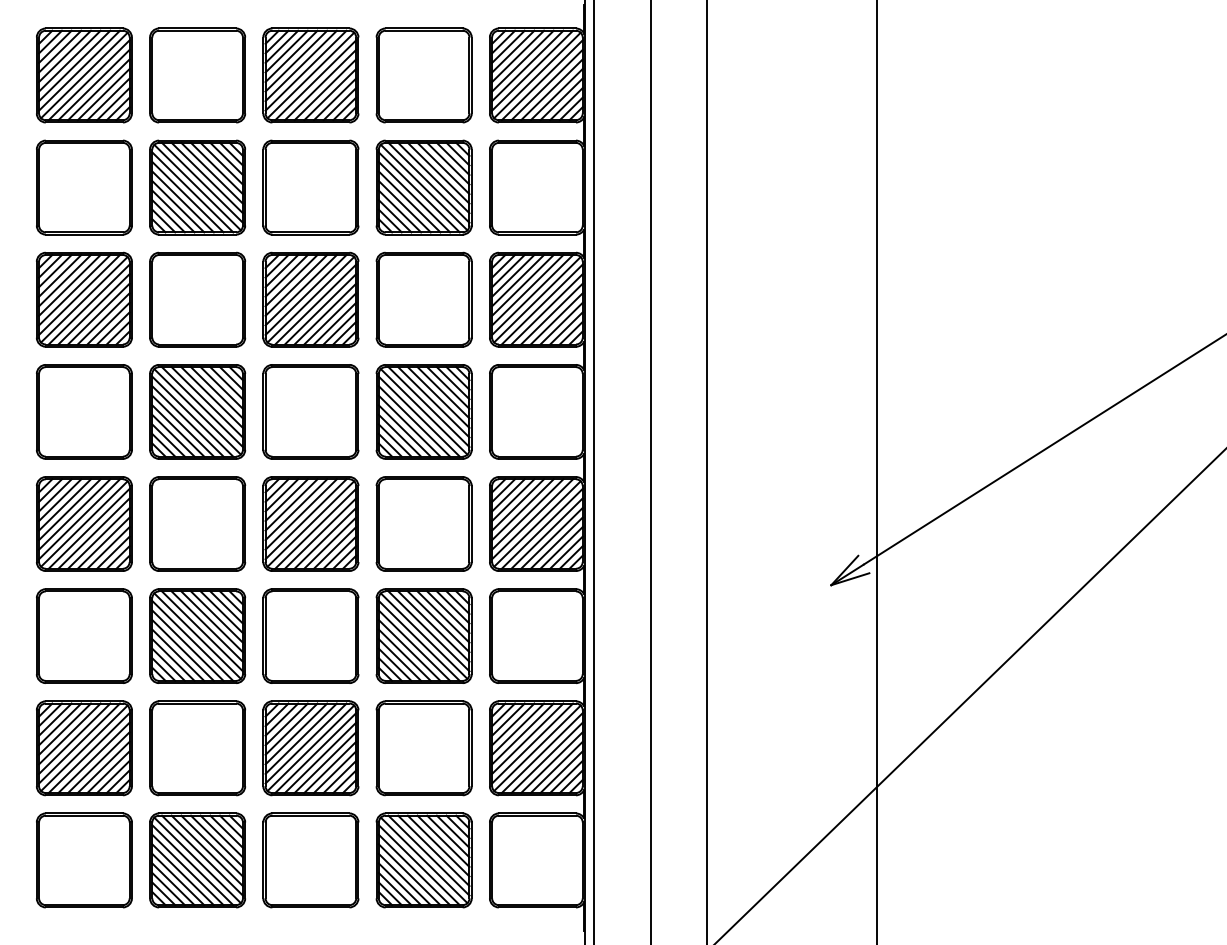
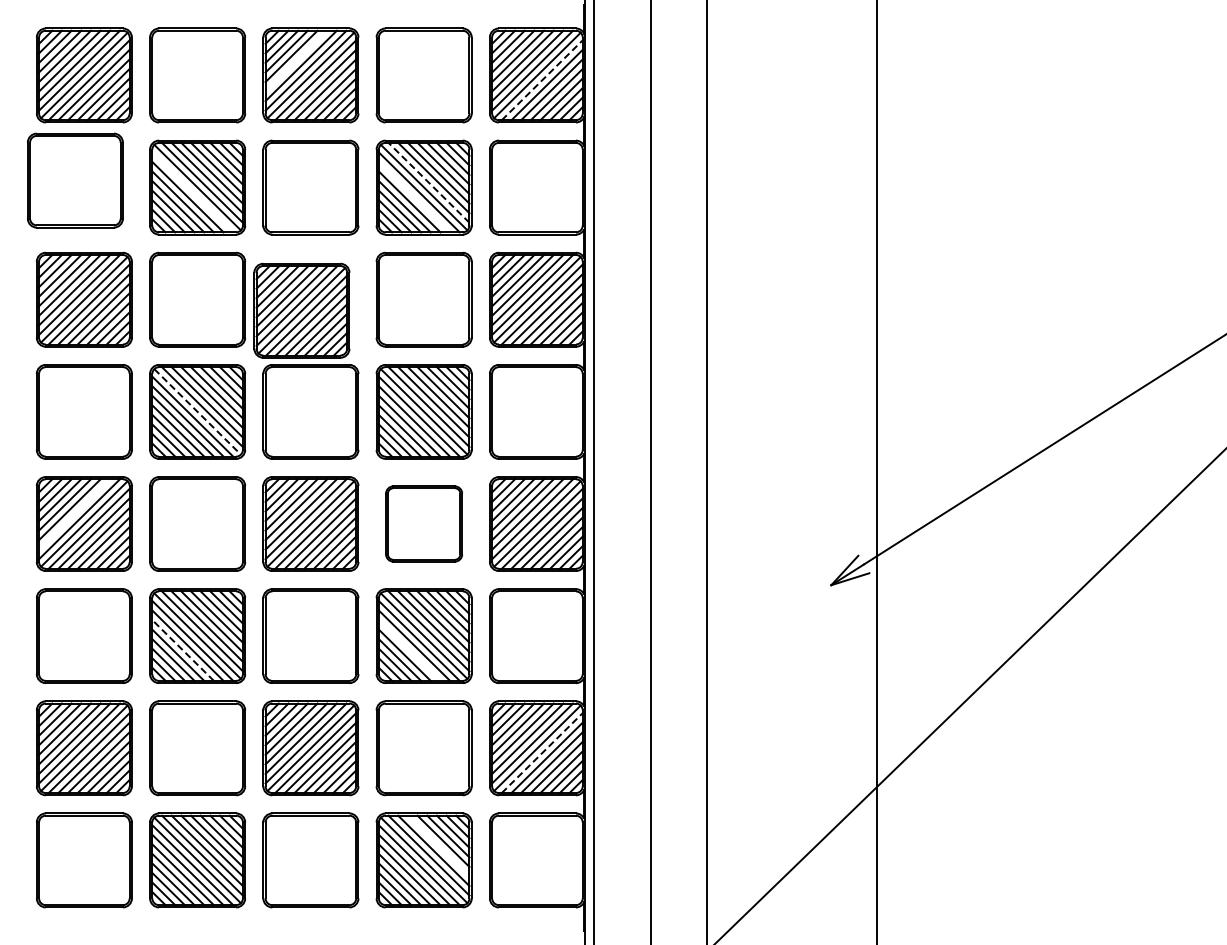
line at (296, 60): present -> none
line at (542, 80): solid -> dashed
line at (429, 182): solid -> dashed
part at (84, 187) position: (84, 187) -> (75, 180)
line at (192, 192): present -> none
line at (414, 196): present -> none
part at (310, 299) position: (310, 299) -> (301, 310)
line at (197, 411): solid -> dashed
line at (74, 514): present -> none
part at (423, 523) size: 98x96 px -> 78x78 px
line at (182, 650): solid -> dashed
line at (409, 650): present -> none
line at (542, 753): solid -> dashed
line at (438, 845): present -> none
